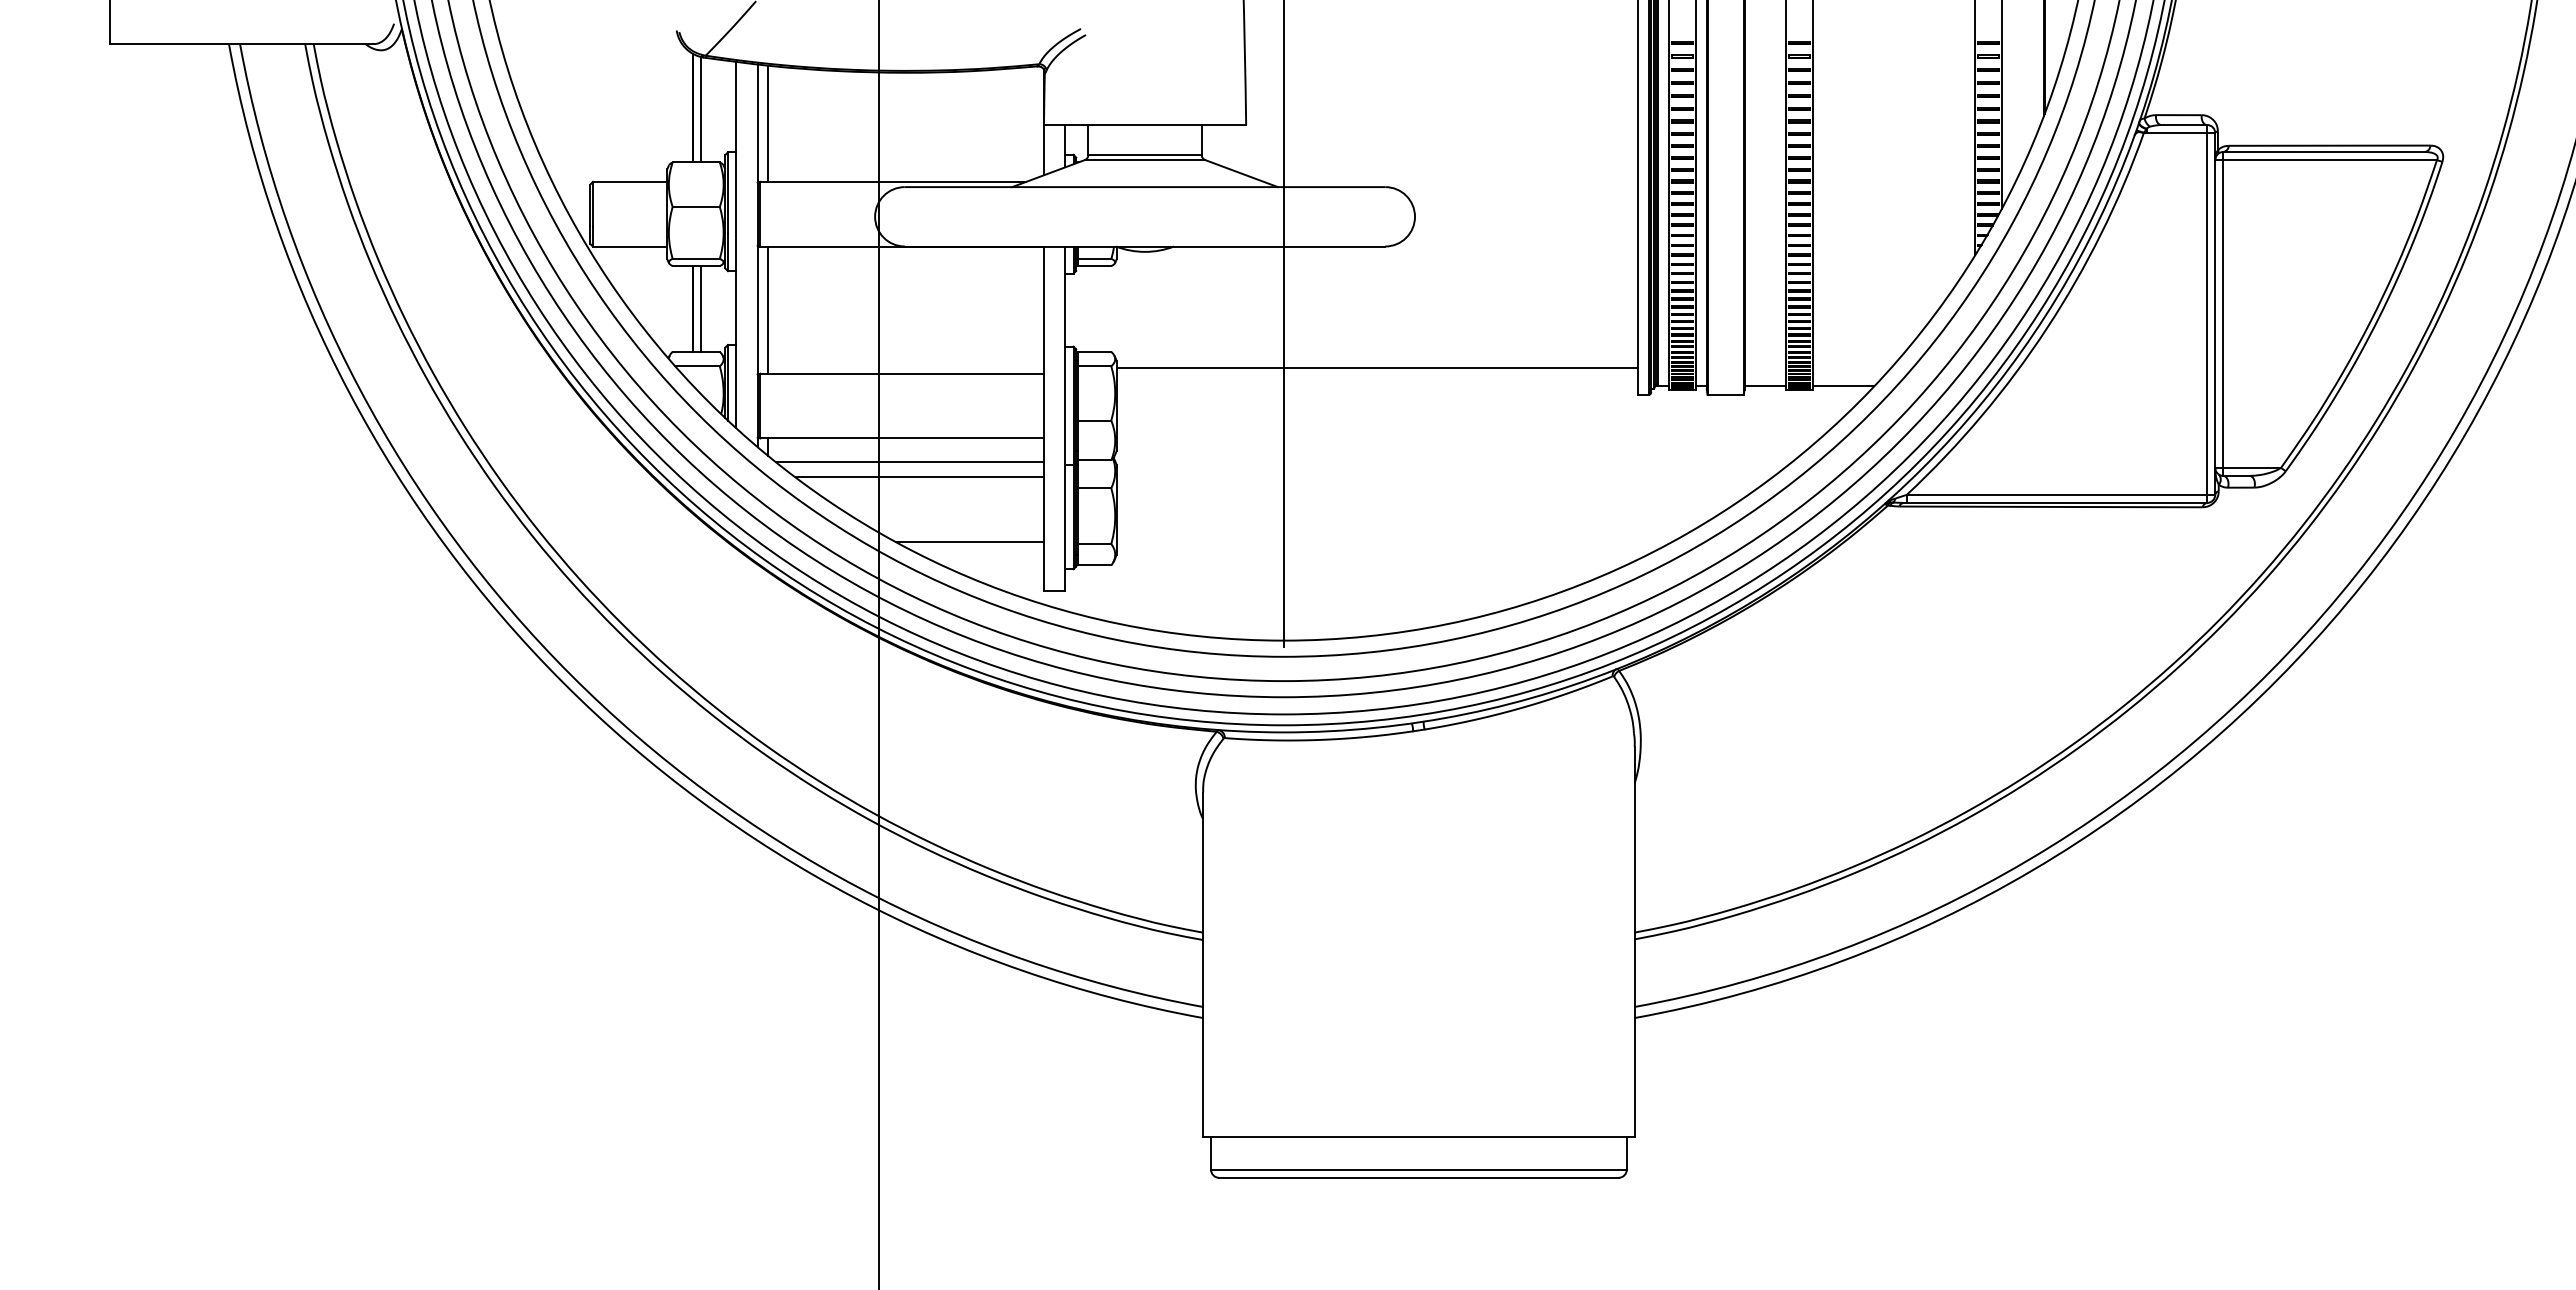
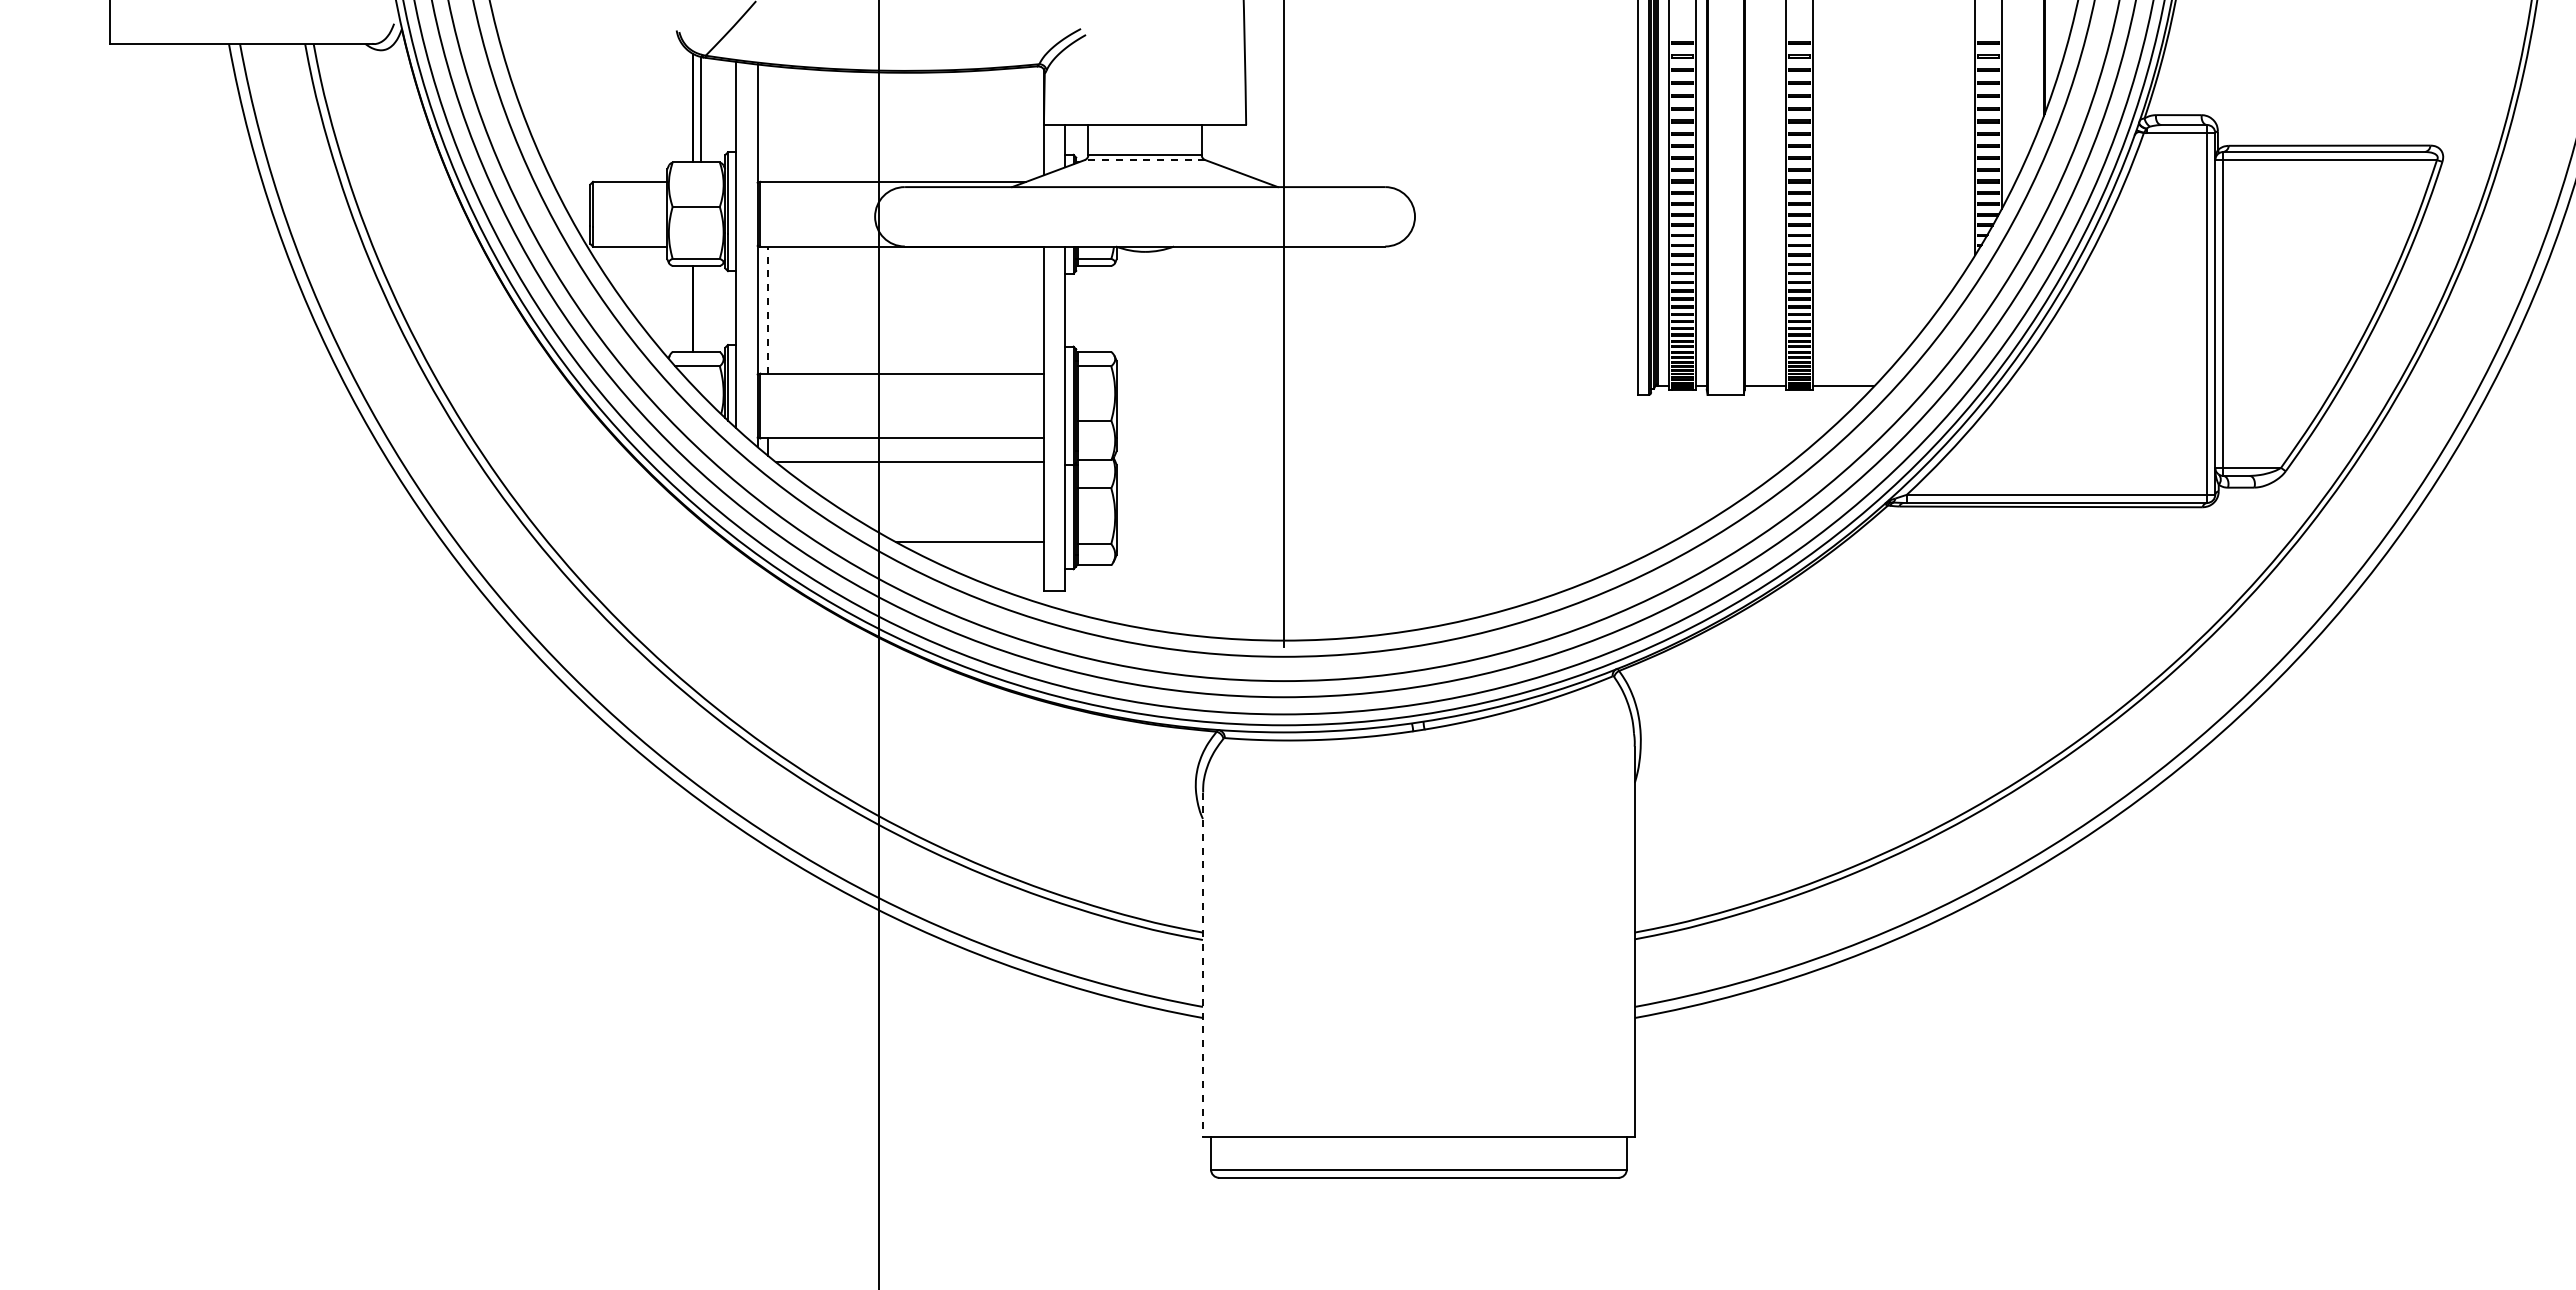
line at (768, 123): present -> none
line at (1144, 160): solid -> dashed
line at (700, 308): present -> none
line at (768, 309): solid -> dashed
line at (1376, 367): present -> none
line at (919, 477): present -> none
line at (1202, 965): solid -> dashed
